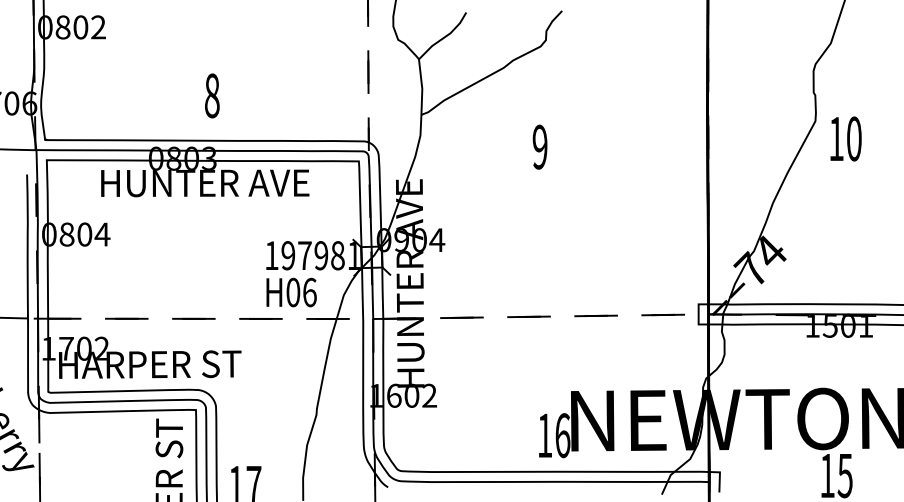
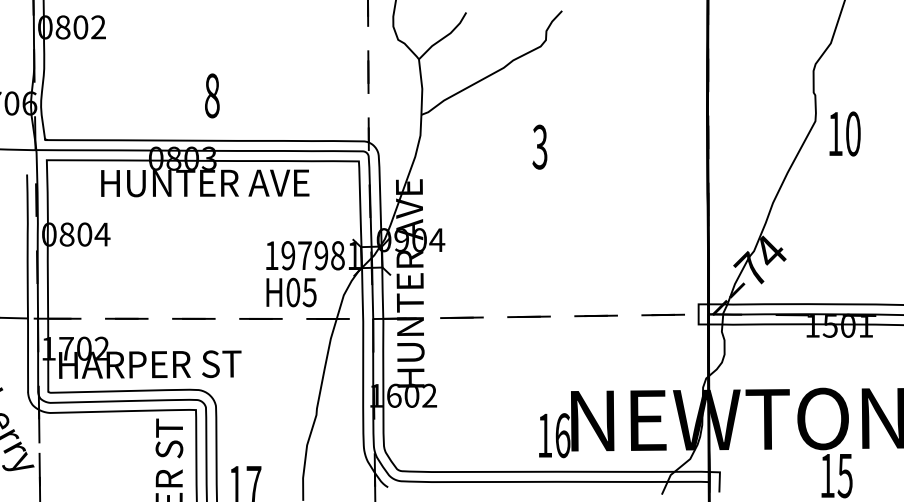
text at (845, 138) position: (845, 138) -> (844, 133)
text at (539, 147): 9 -> 3
text at (309, 292): H06 -> H05
